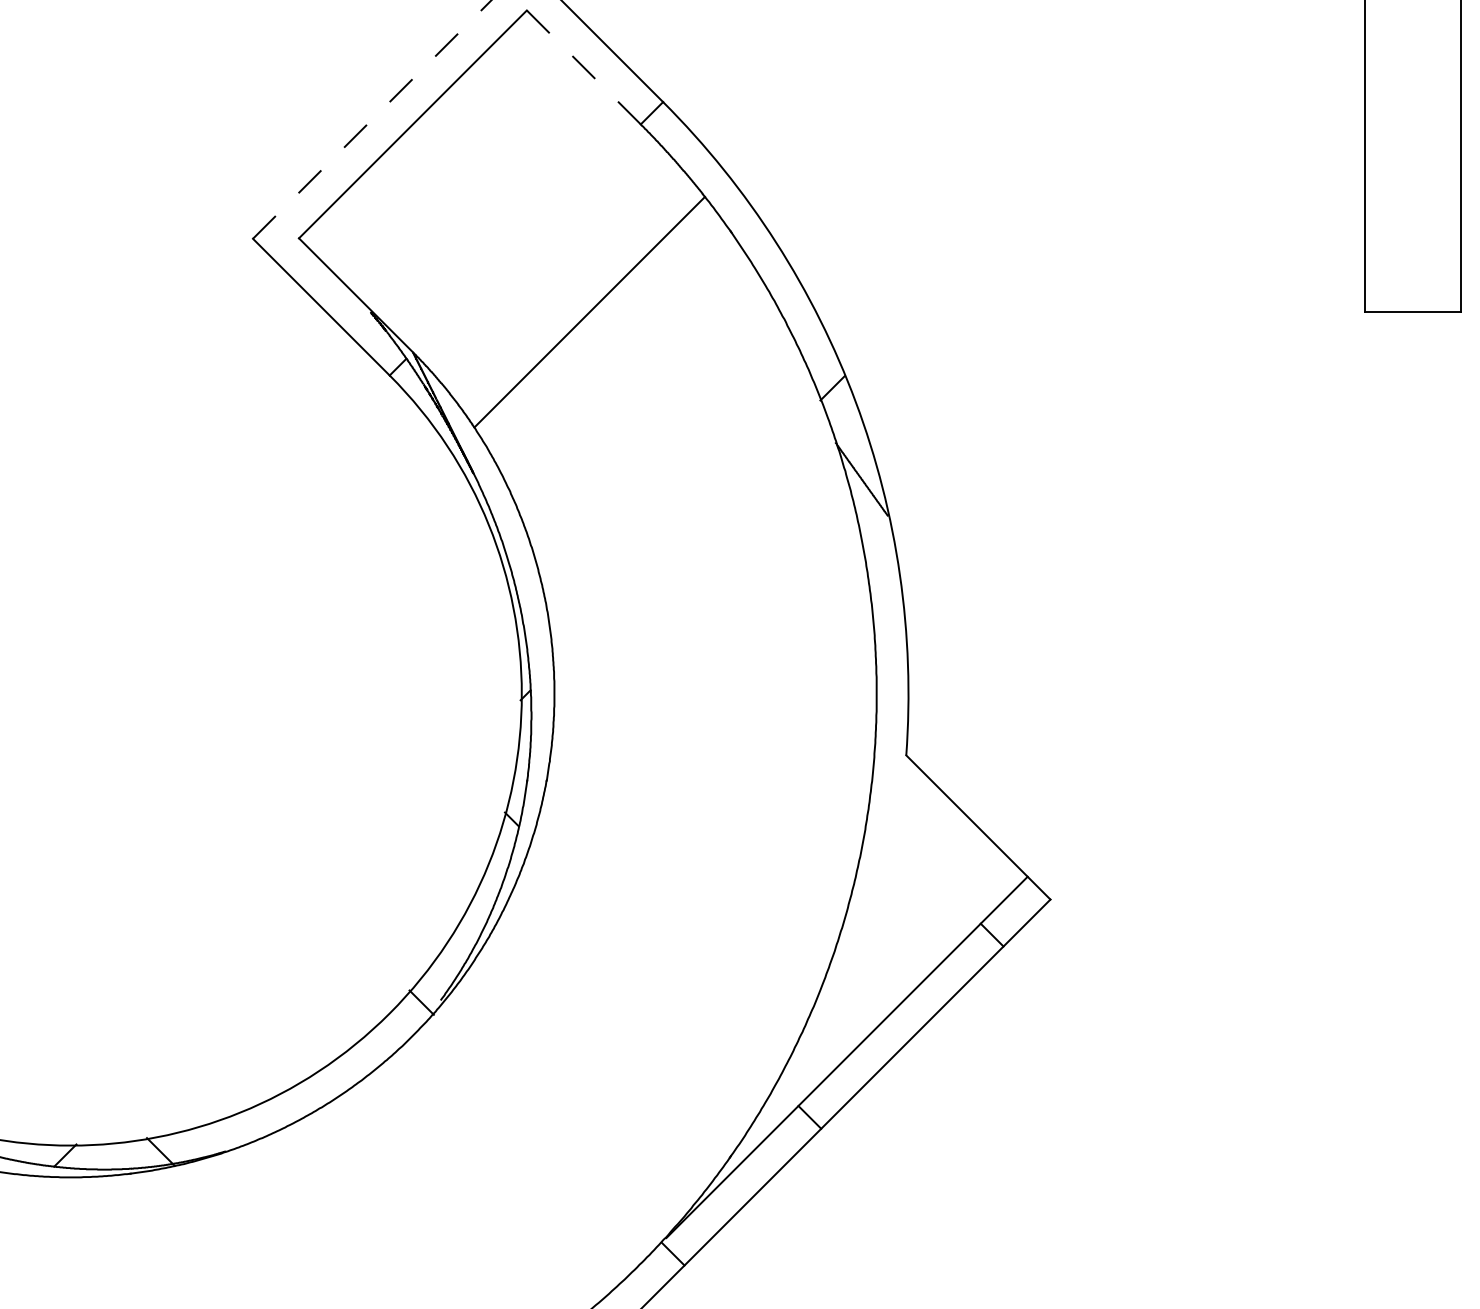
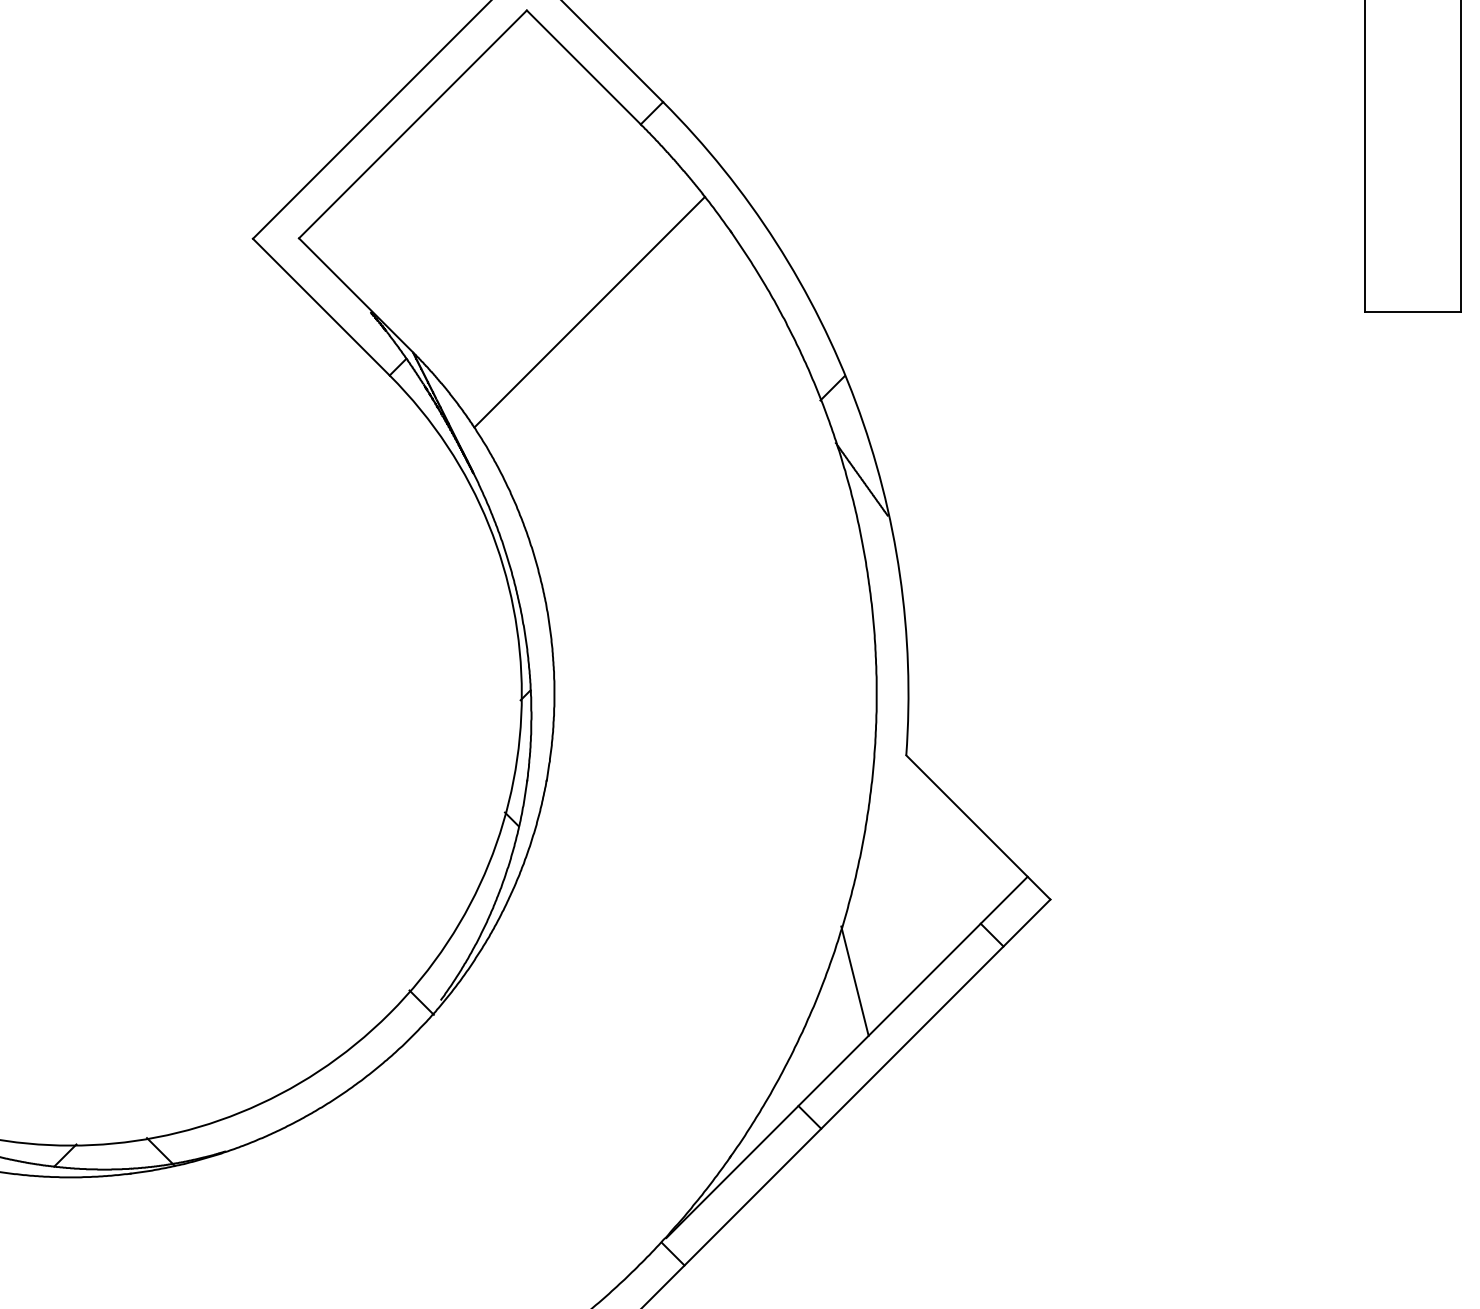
line at (583, 67): dashed -> solid
line at (372, 119): dashed -> solid
line at (854, 980): none -> present
